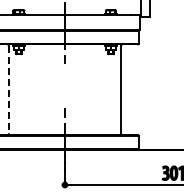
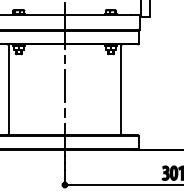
line at (64, 86): none -> present
line at (9, 89): dashed -> solid
